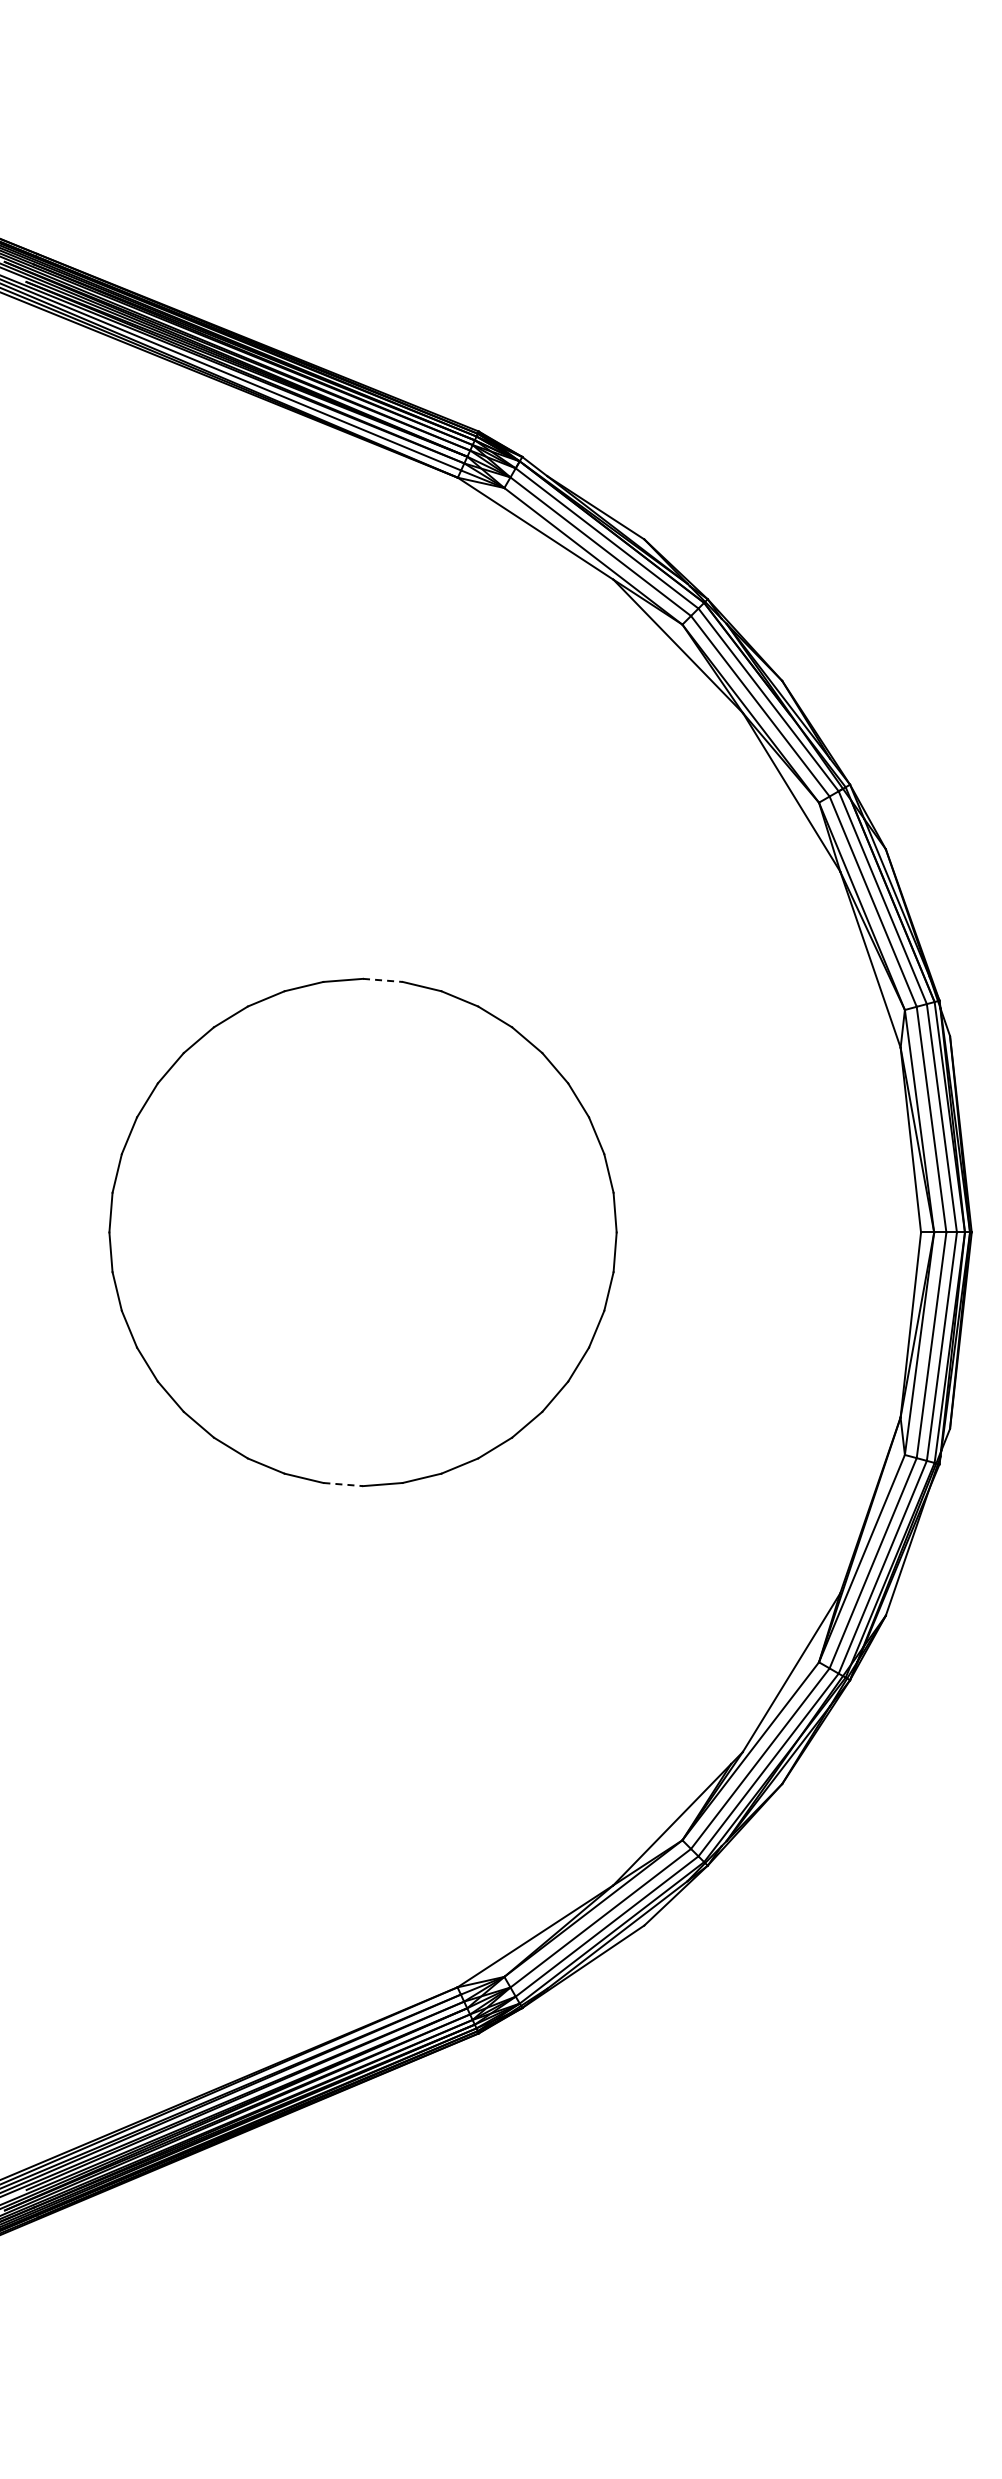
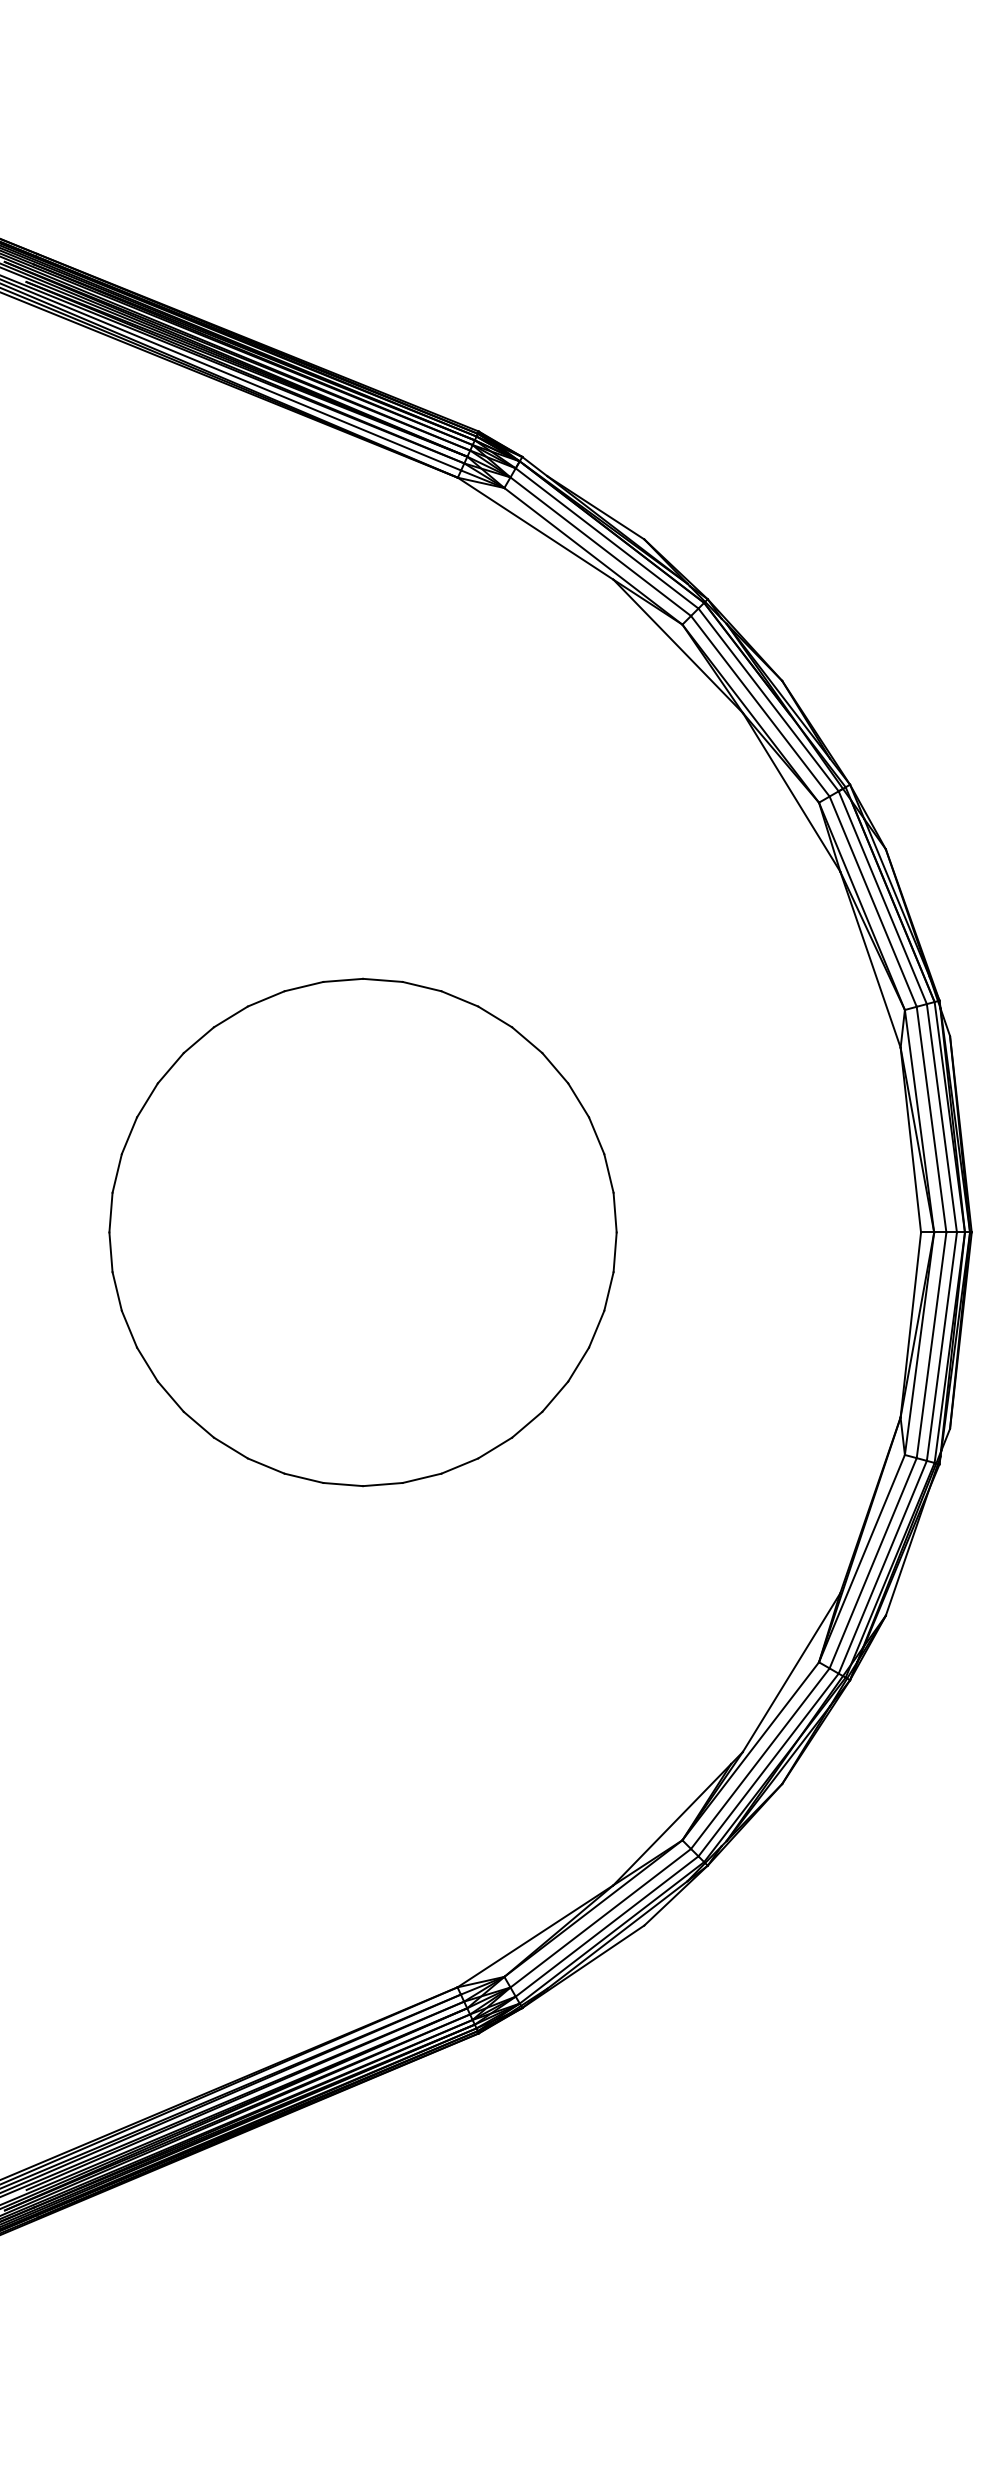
line at (382, 980): dashed -> solid
line at (343, 1484): dashed -> solid
